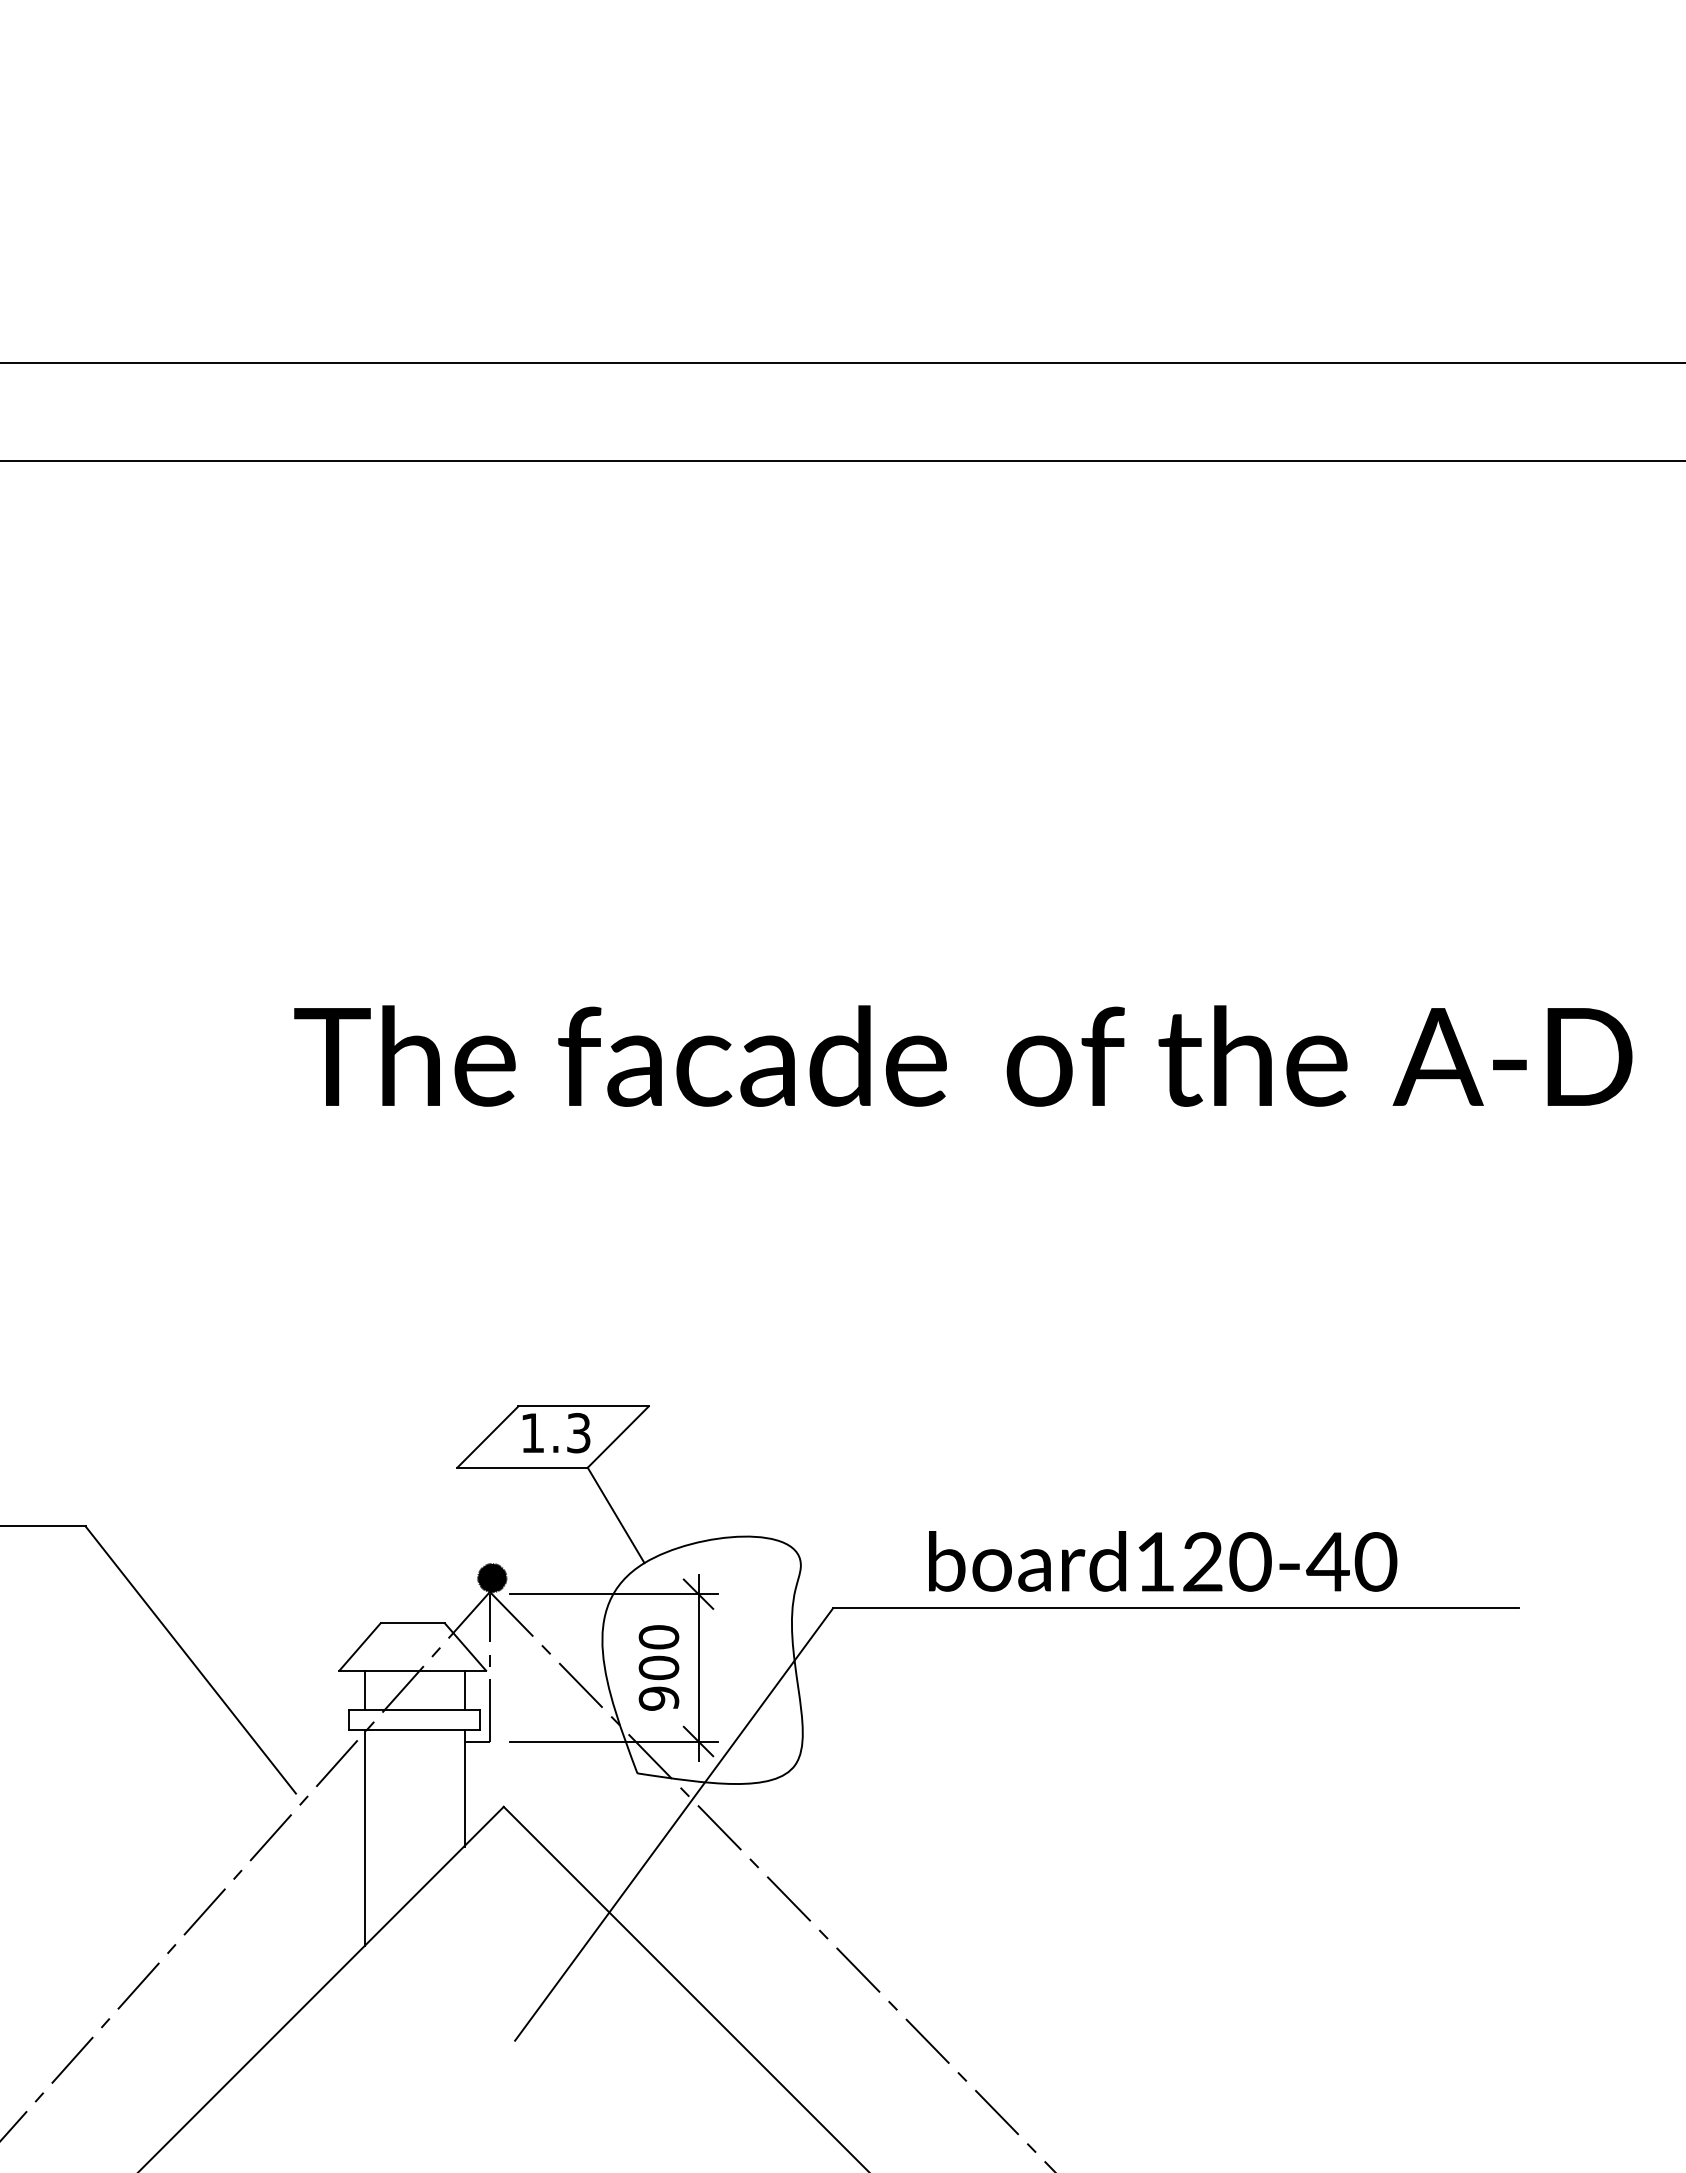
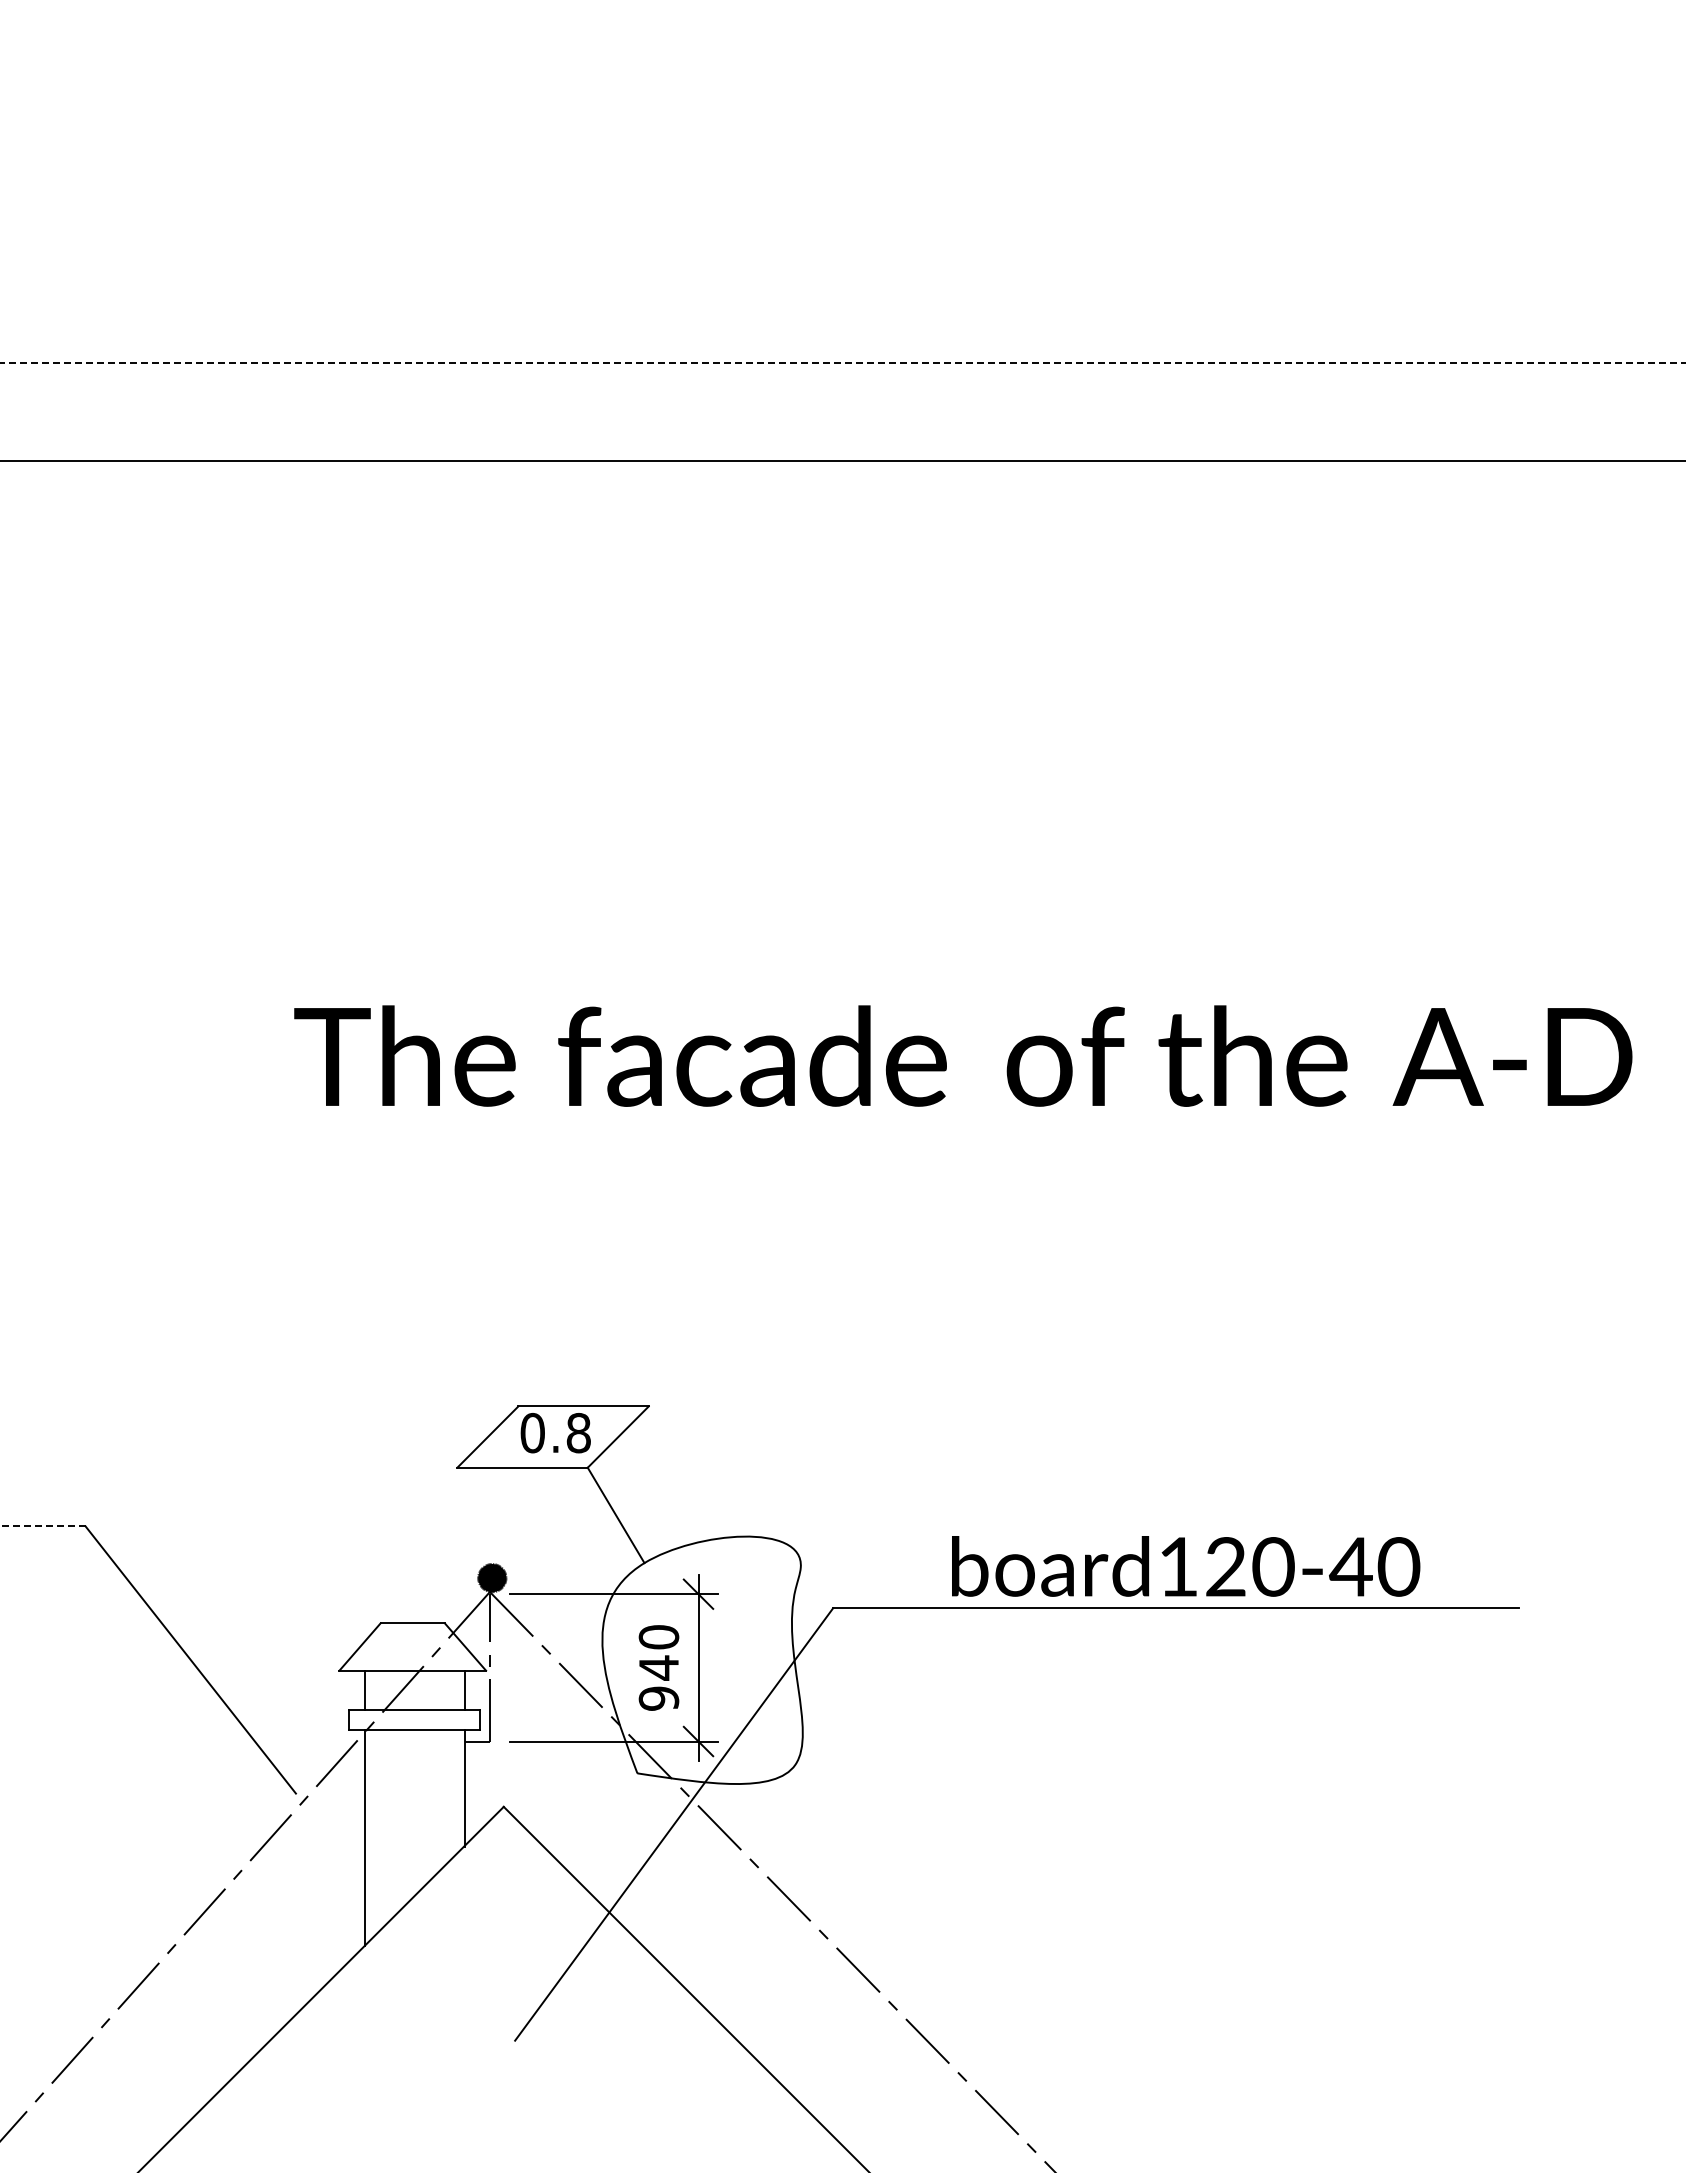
line at (842, 363): solid -> dashed
text at (555, 1432): 1.3 -> 0.8
line at (42, 1526): solid -> dashed
text at (1163, 1561) position: (1163, 1561) -> (1186, 1566)
text at (658, 1667): 900 -> 940
